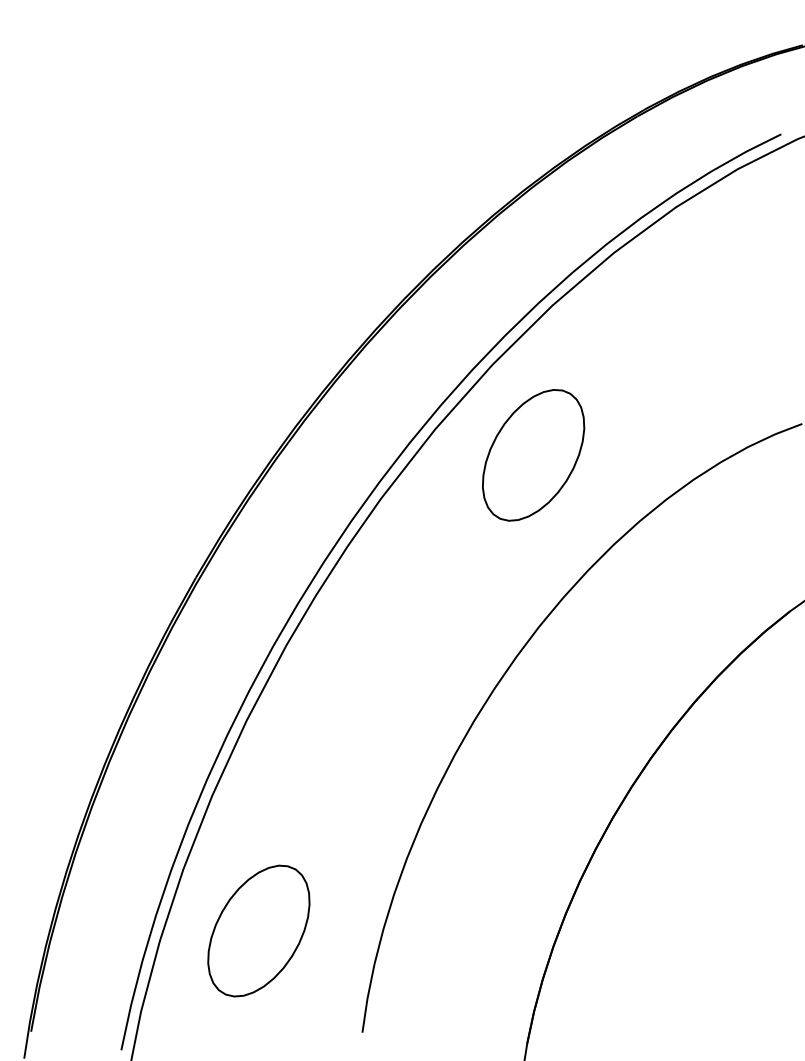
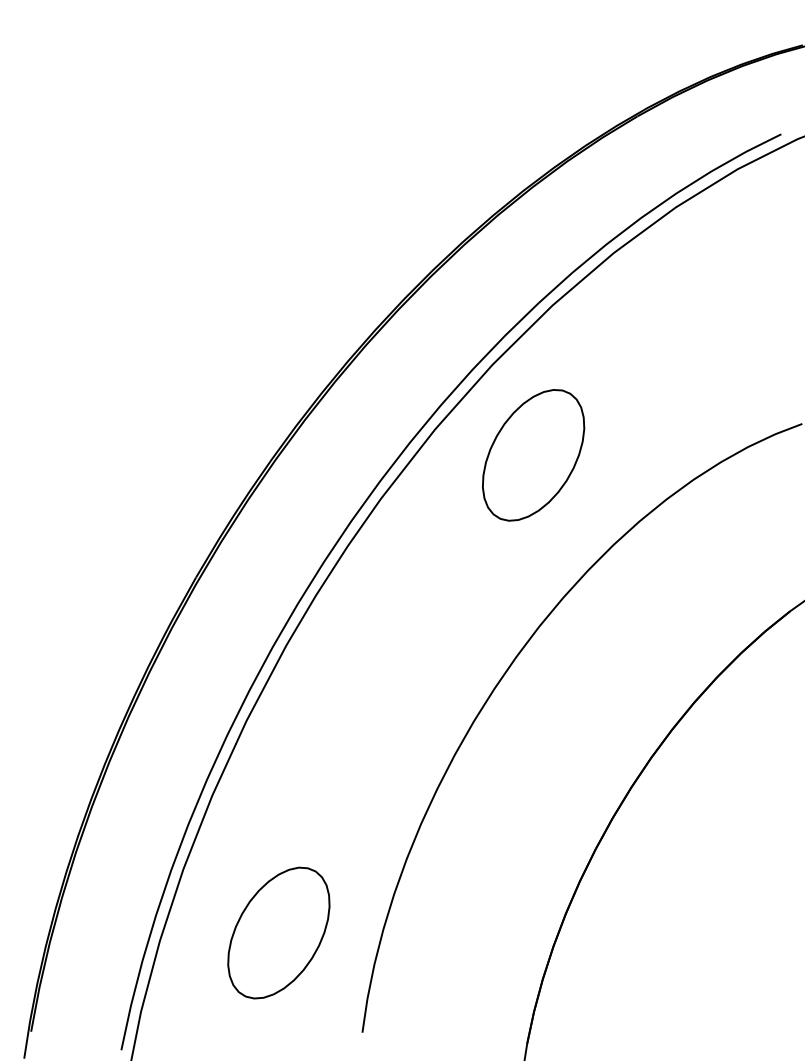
part at (258, 930) position: (258, 930) -> (278, 932)
